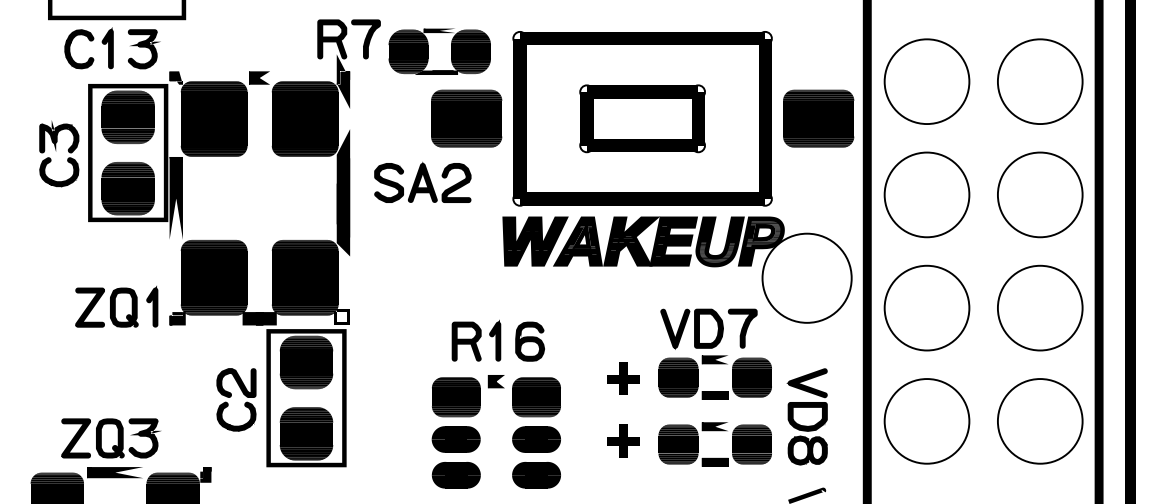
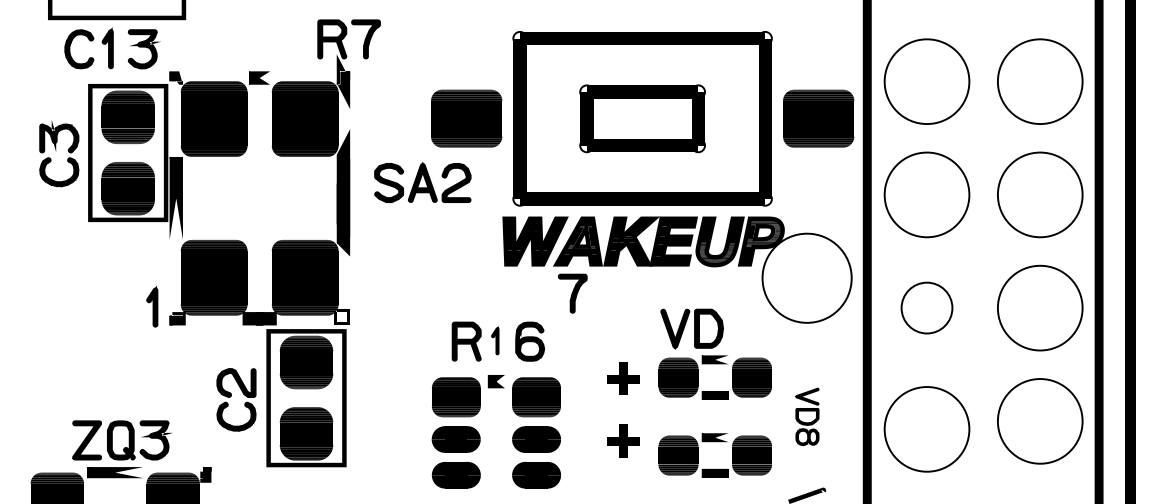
part at (428, 51): present -> none
part at (106, 307): present -> none
part at (926, 307) size: 88x88 px -> 54x54 px
part at (742, 328) position: (742, 328) -> (572, 293)
part at (495, 340) size: 13x43 px -> 9x30 px
part at (806, 416) size: 42x98 px -> 25x59 px
part at (926, 421) position: (926, 421) -> (926, 429)
part at (714, 431) position: (714, 431) -> (714, 442)
part at (111, 438) position: (111, 438) -> (122, 440)
